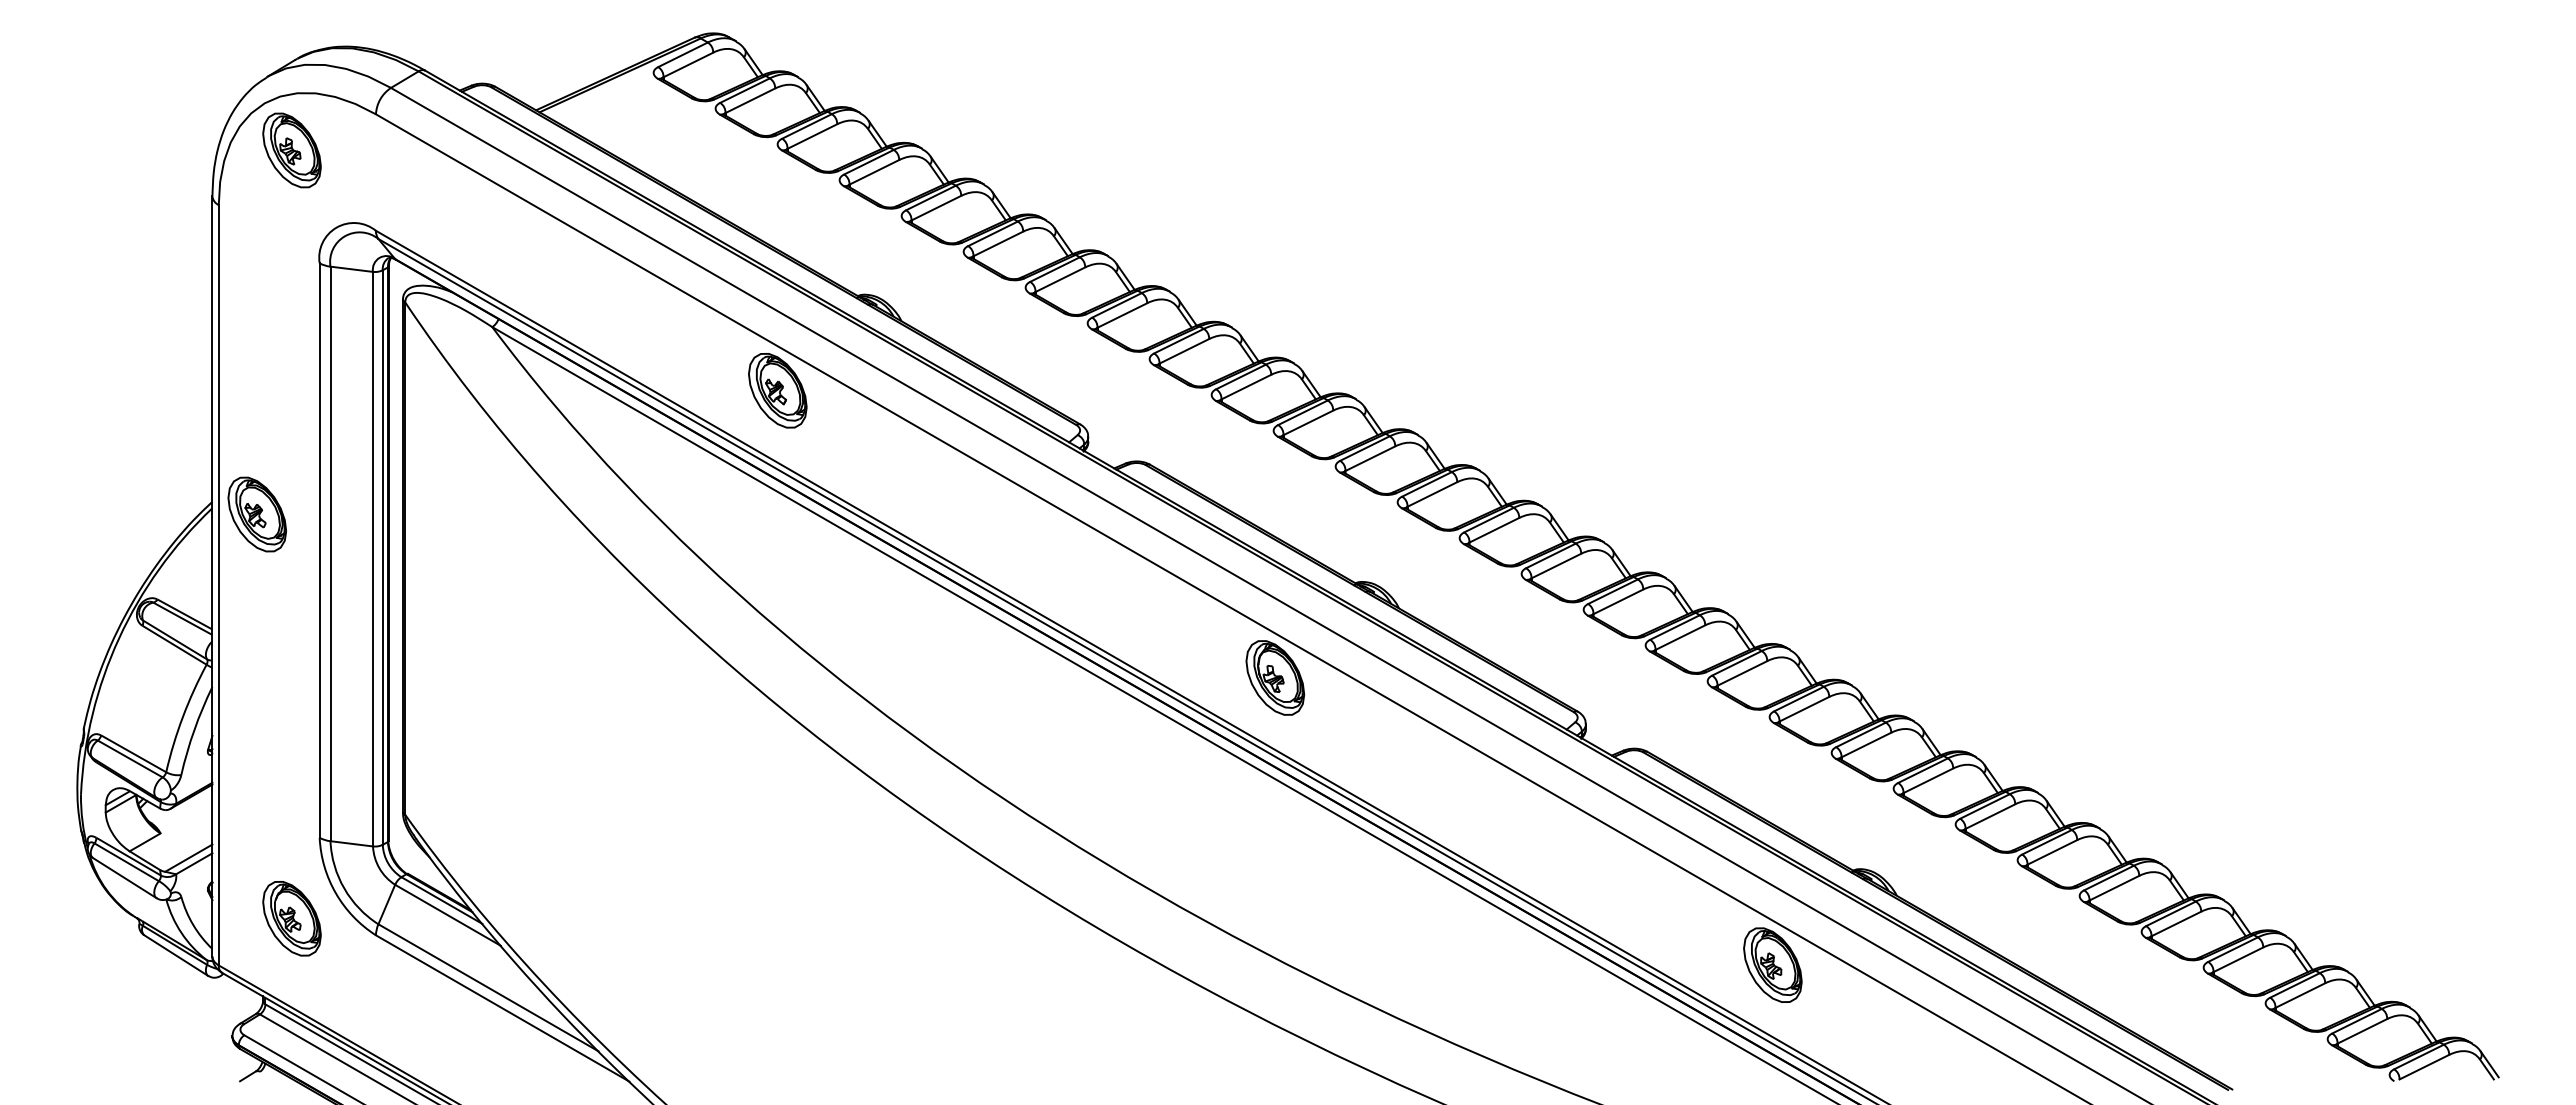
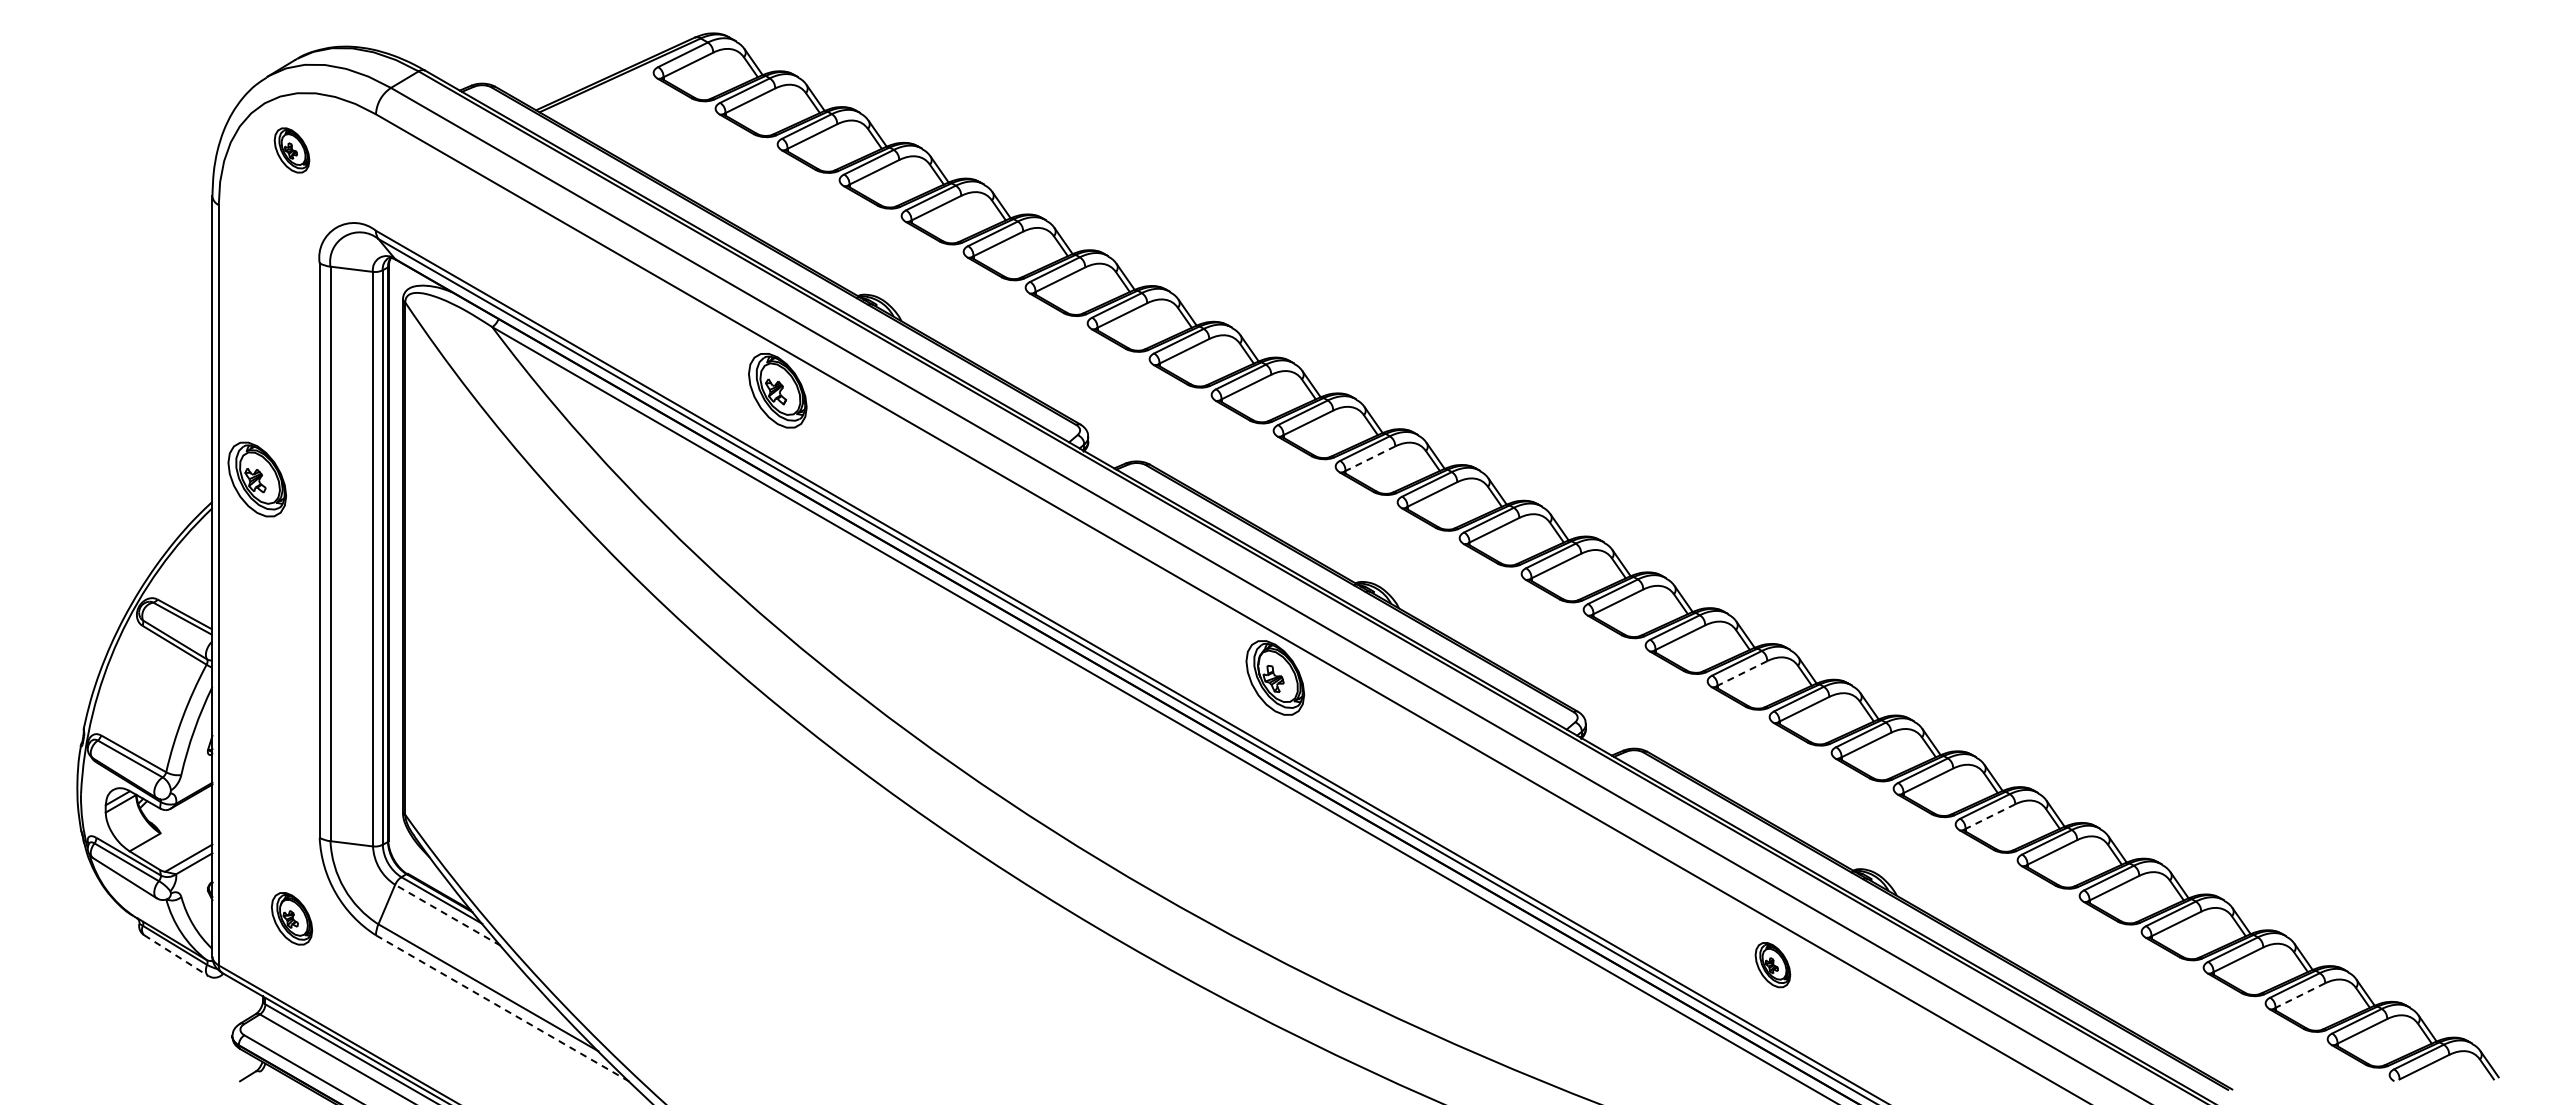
part at (291, 150) size: 60x77 px -> 38x47 px
line at (1370, 458): solid -> dashed
part at (256, 514) position: (256, 514) -> (256, 479)
line at (1742, 673): solid -> dashed
line at (1990, 816): solid -> dashed
line at (448, 915): solid -> dashed
part at (291, 918) size: 60x76 px -> 43x54 px
line at (176, 955): solid -> dashed
part at (1772, 964) size: 60x76 px -> 38x47 px
line at (2300, 995): solid -> dashed
line at (502, 1008): solid -> dashed
